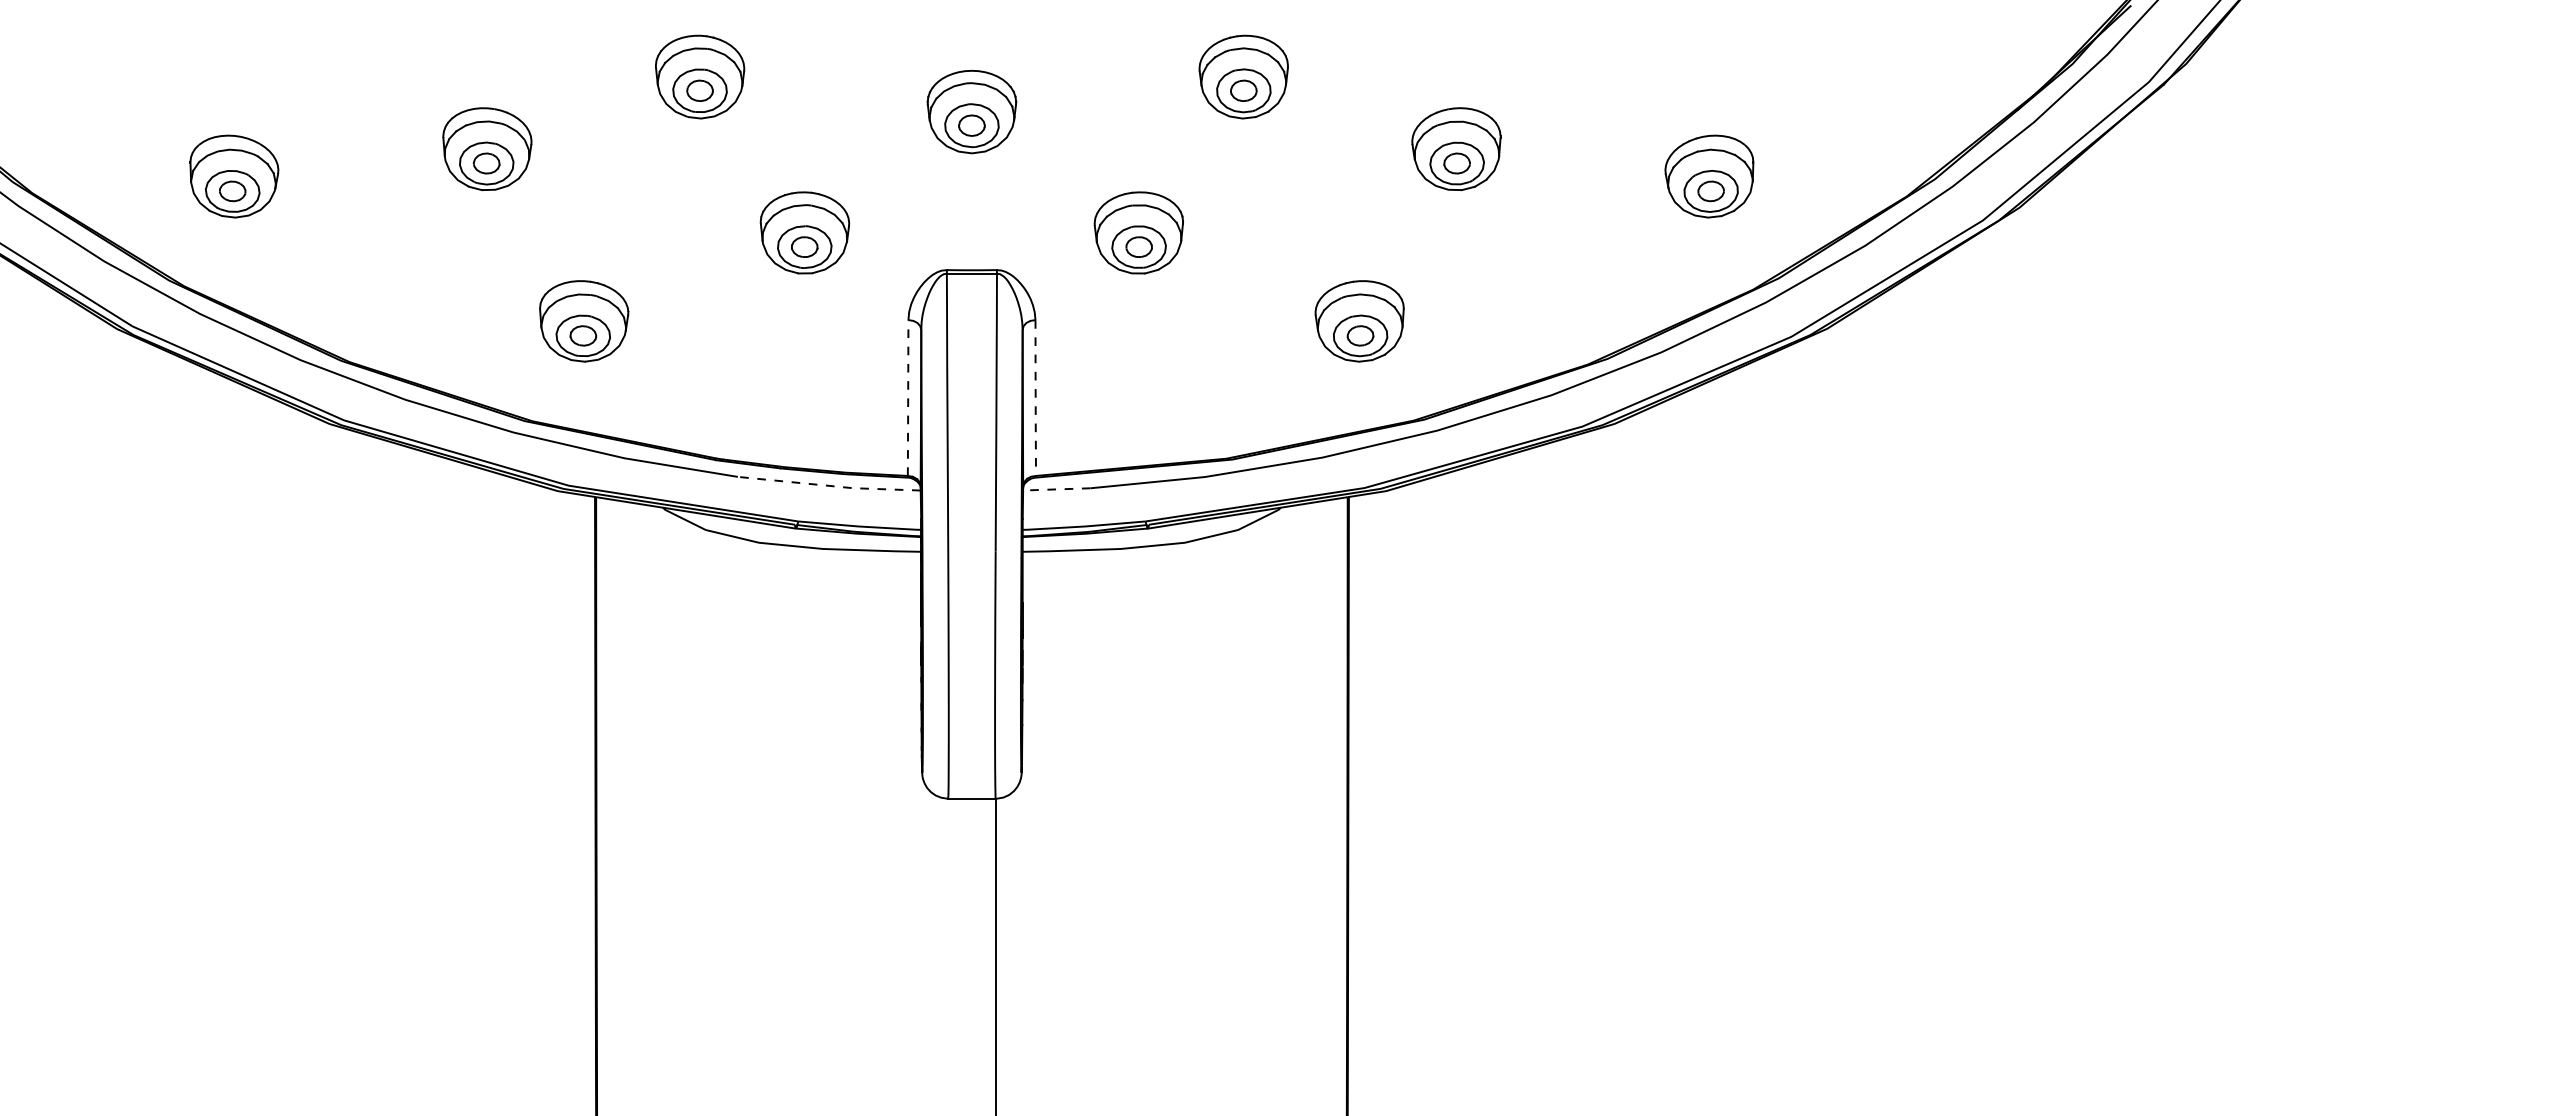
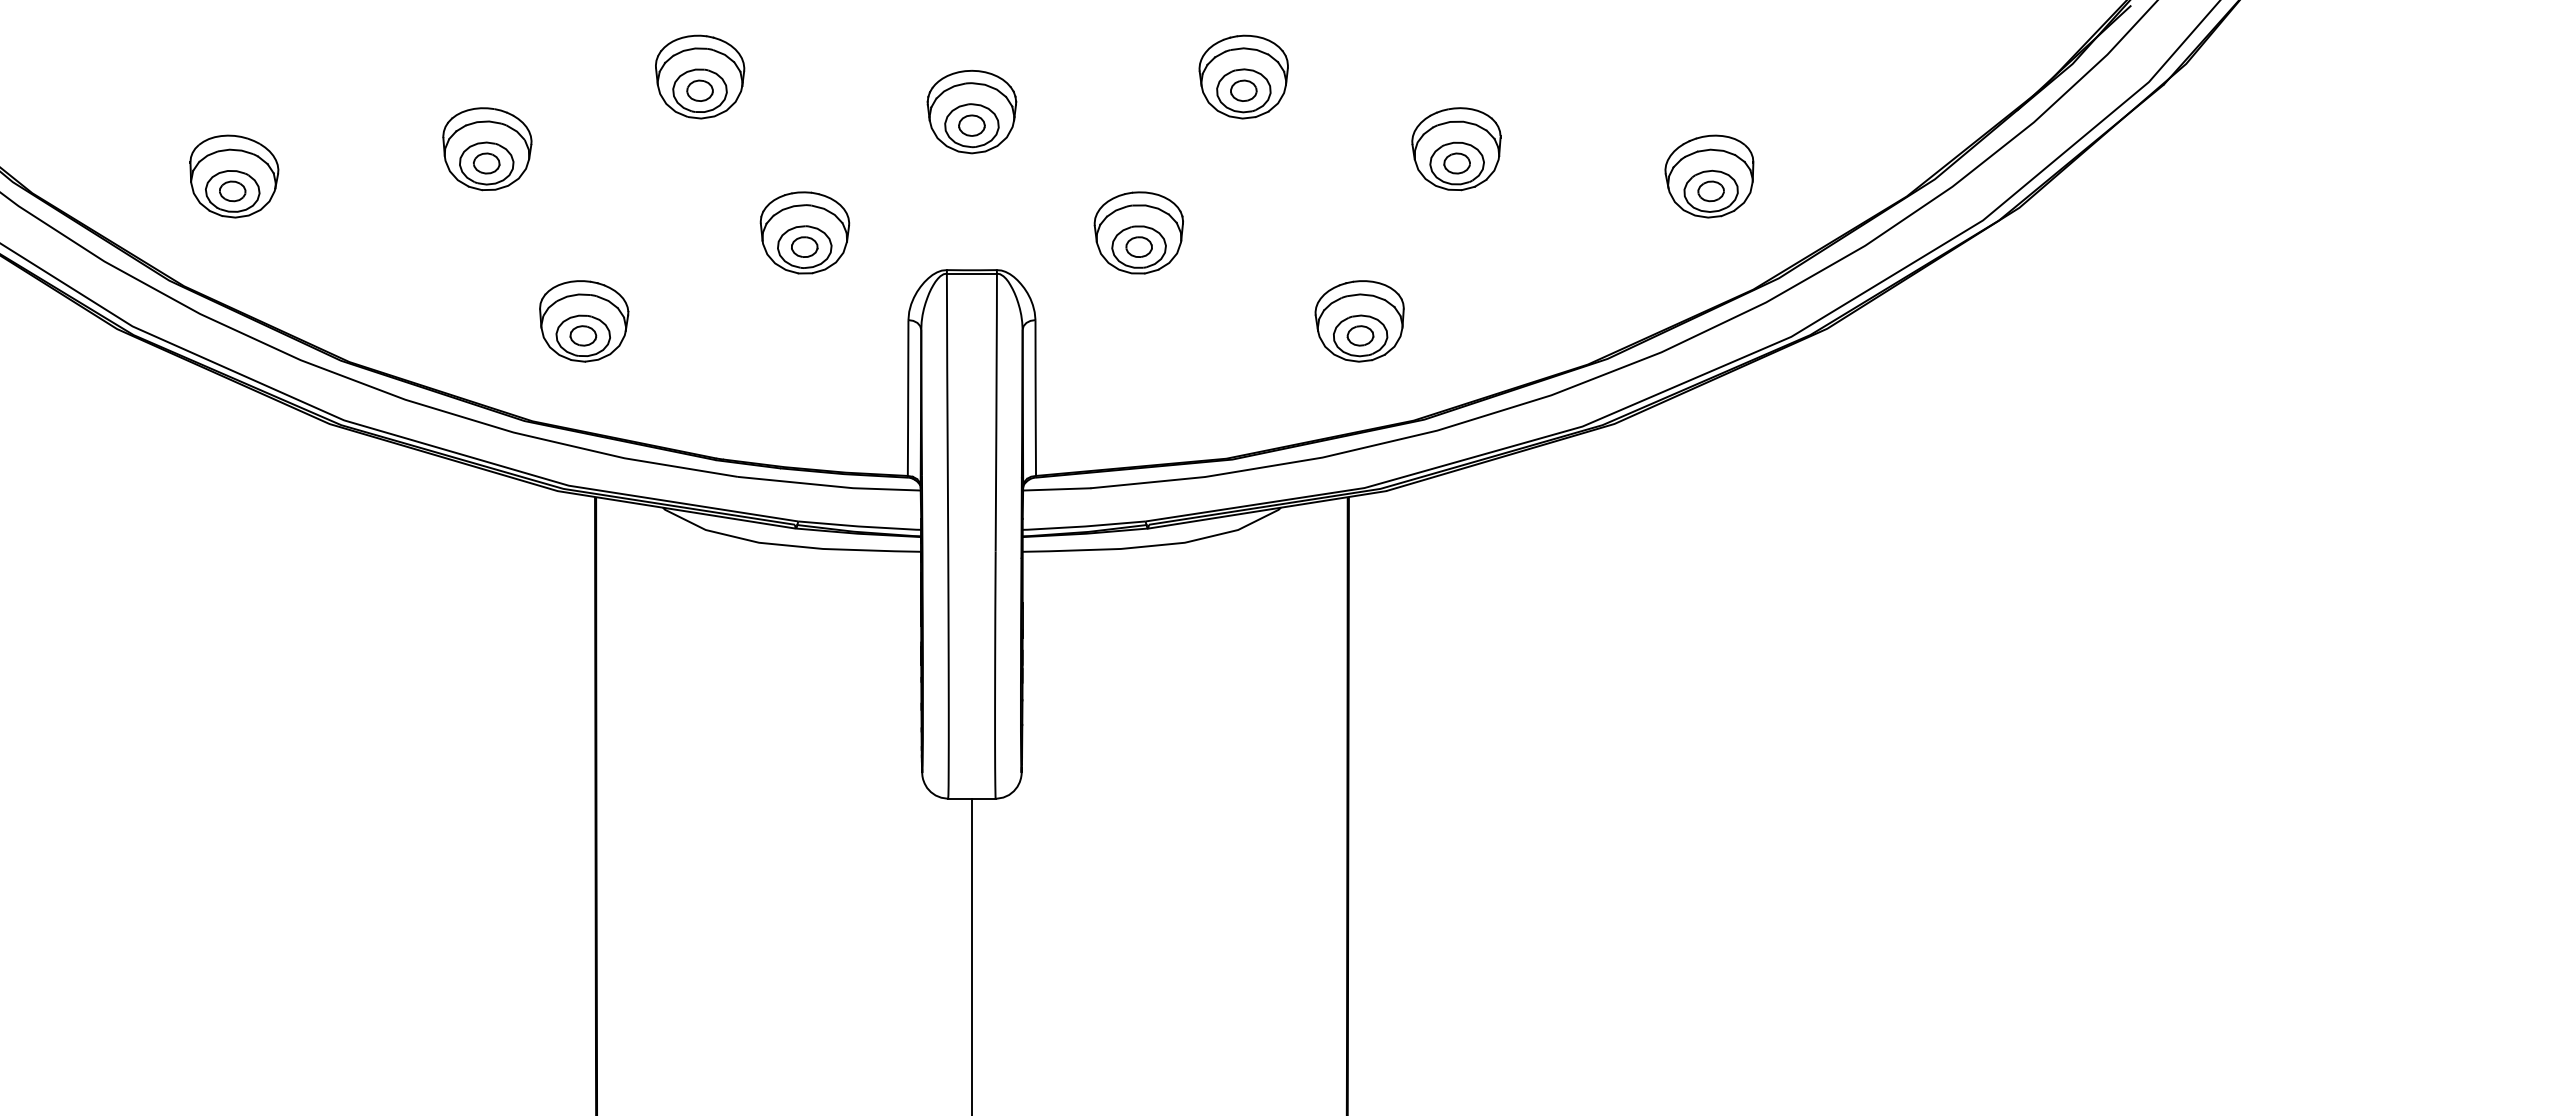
line at (908, 398): dashed -> solid
line at (1035, 398): dashed -> solid
line at (829, 485): dashed -> solid
line at (1056, 489): dashed -> solid
line at (995, 955) position: (995, 955) -> (971, 955)
